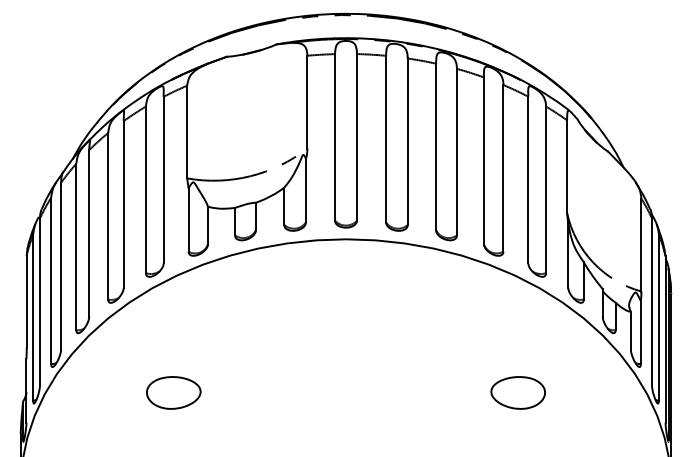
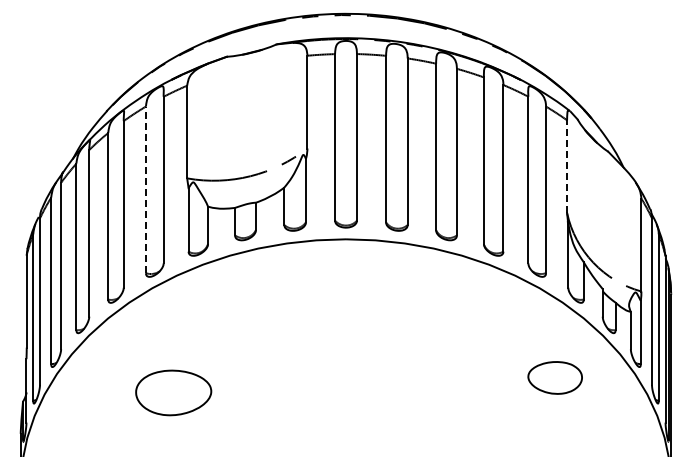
line at (567, 166): solid -> dashed
line at (145, 189): solid -> dashed
part at (173, 392) size: 56x34 px -> 78x48 px
part at (517, 392) position: (517, 392) -> (554, 377)
